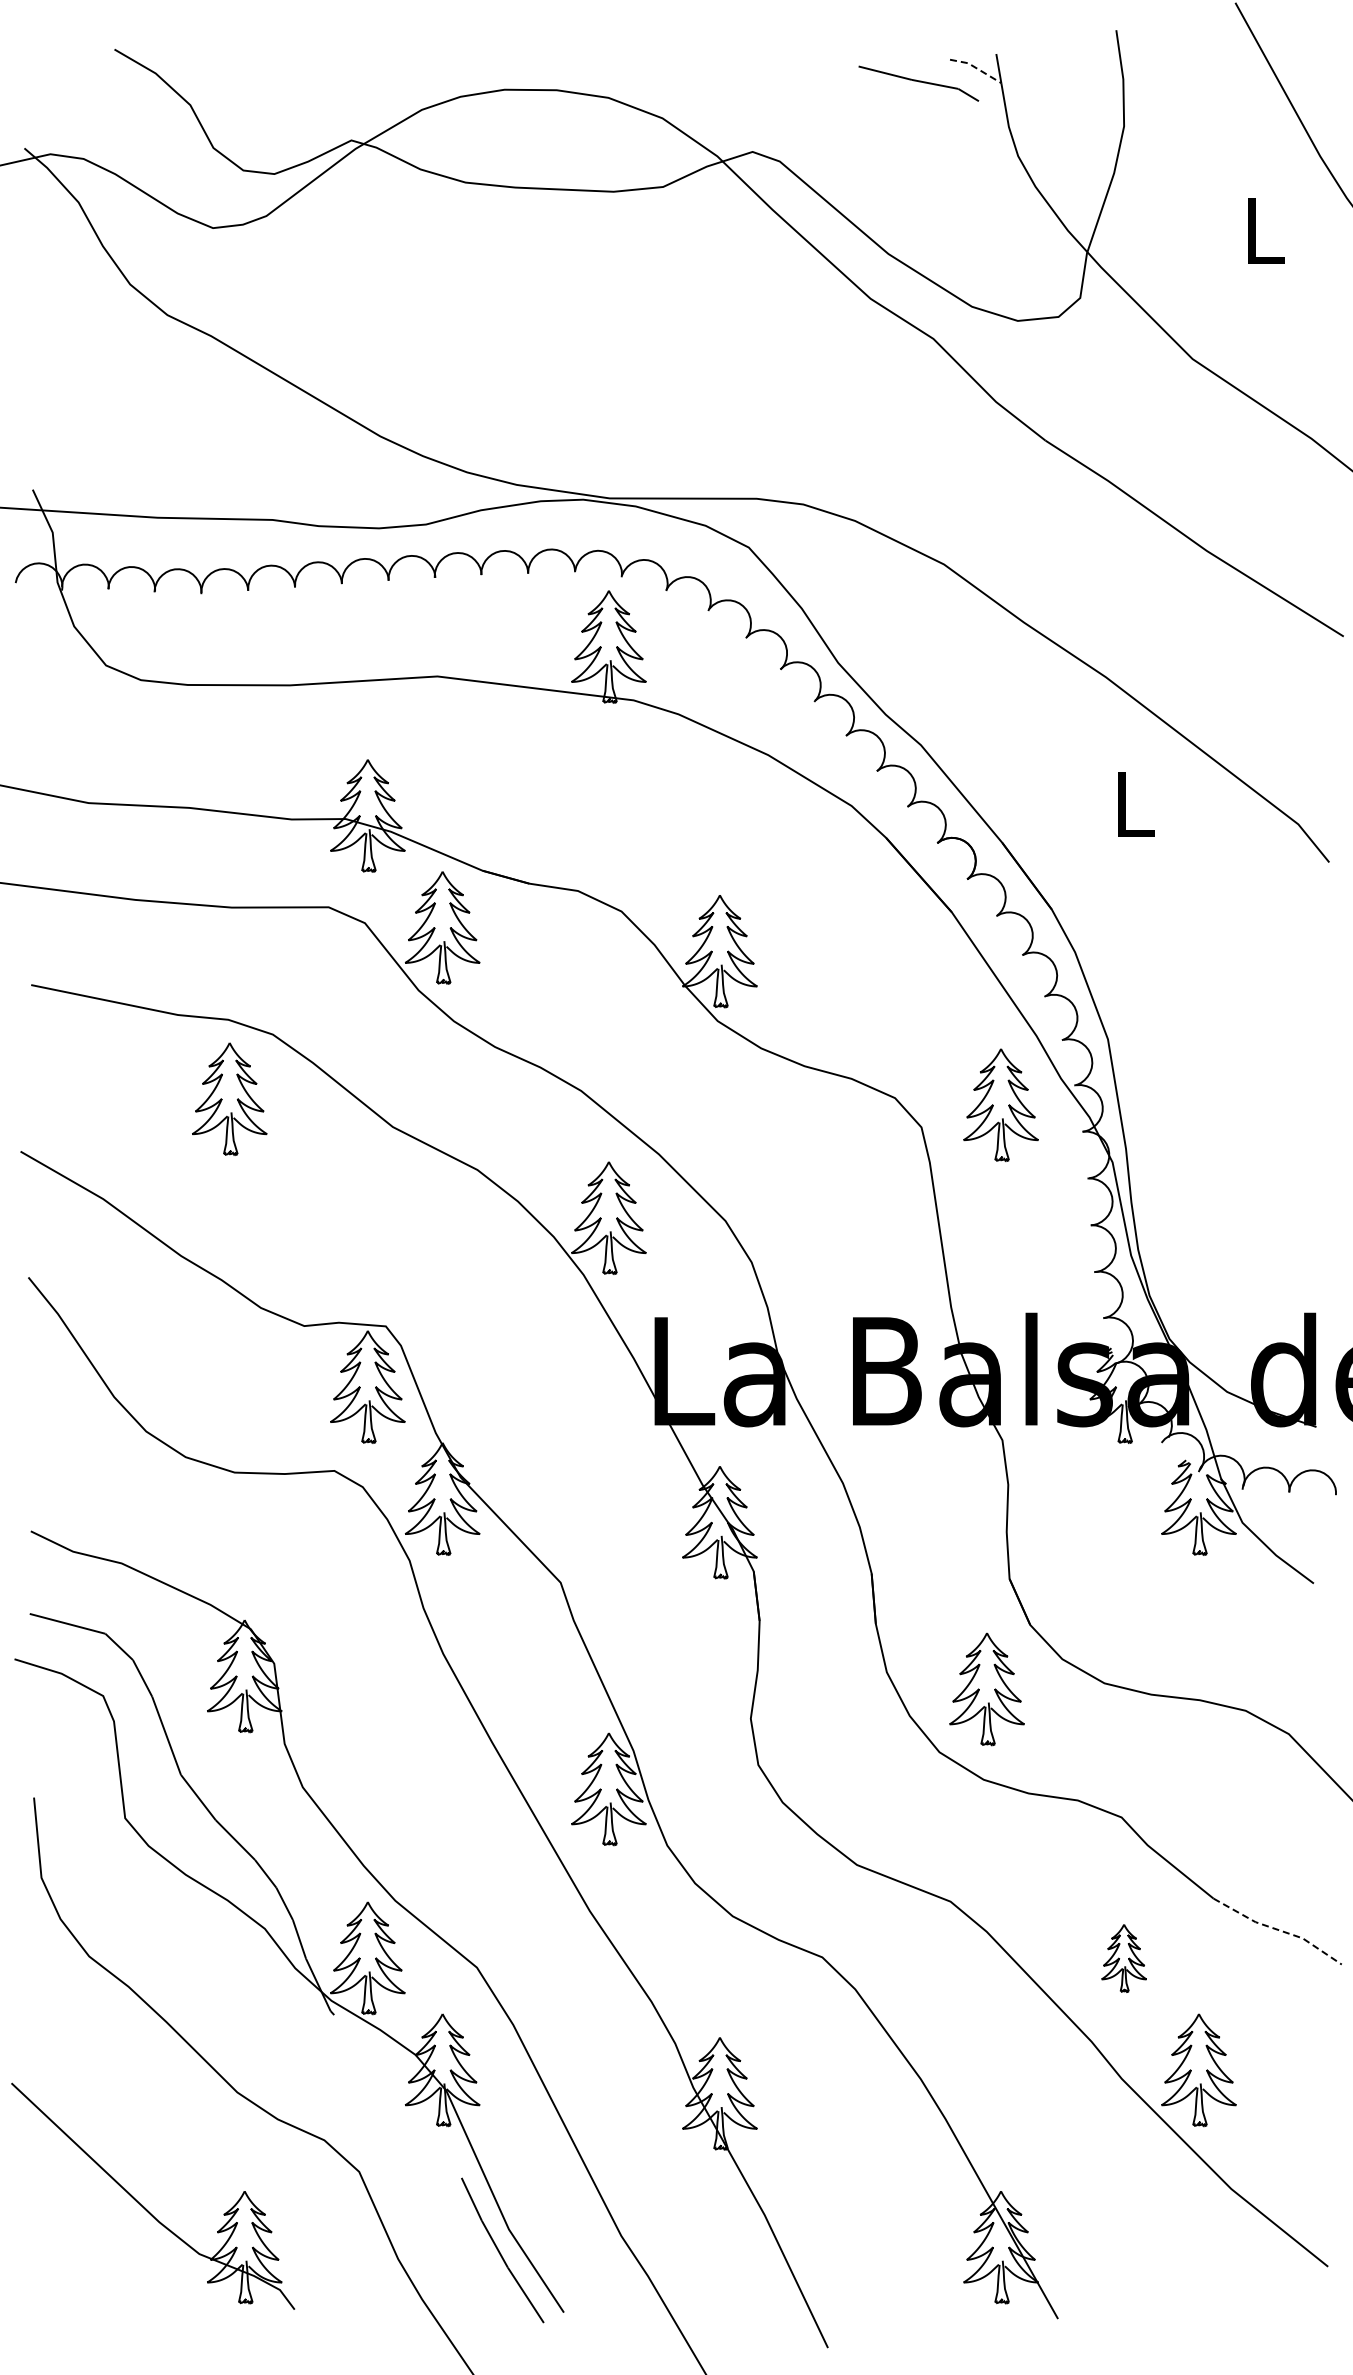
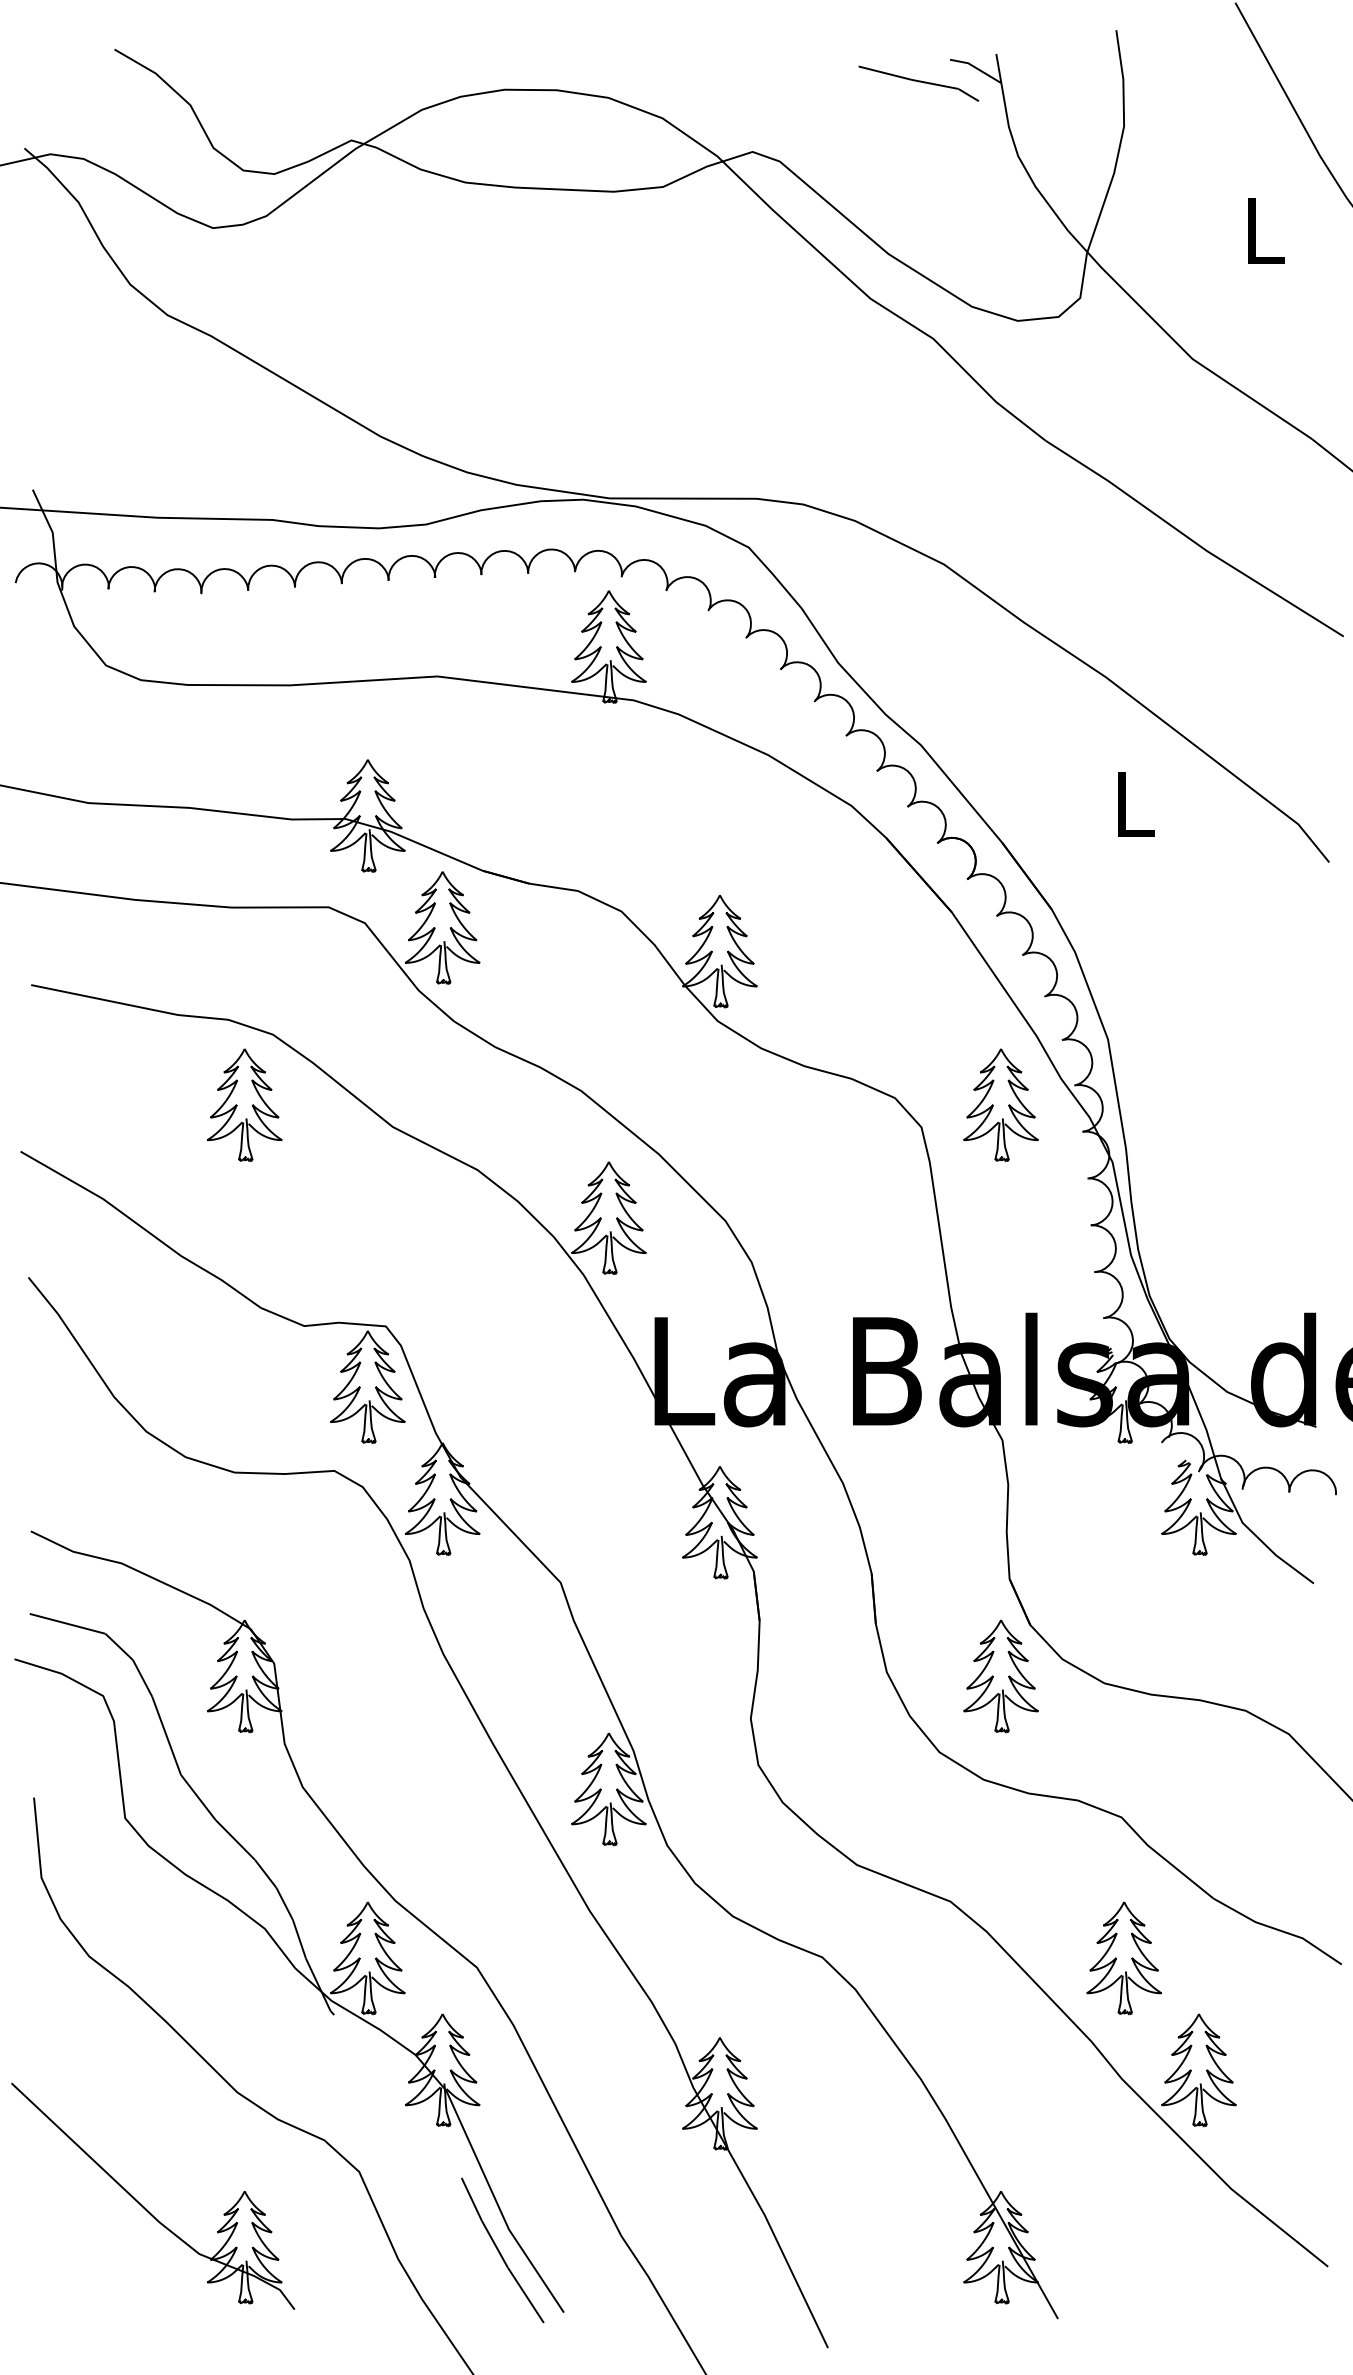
line at (976, 68): dashed -> solid
part at (229, 1098) position: (229, 1098) -> (244, 1104)
part at (986, 1689) position: (986, 1689) -> (1000, 1676)
line at (1278, 1929): dashed -> solid
part at (1123, 1958) size: 46x69 px -> 76x115 px
